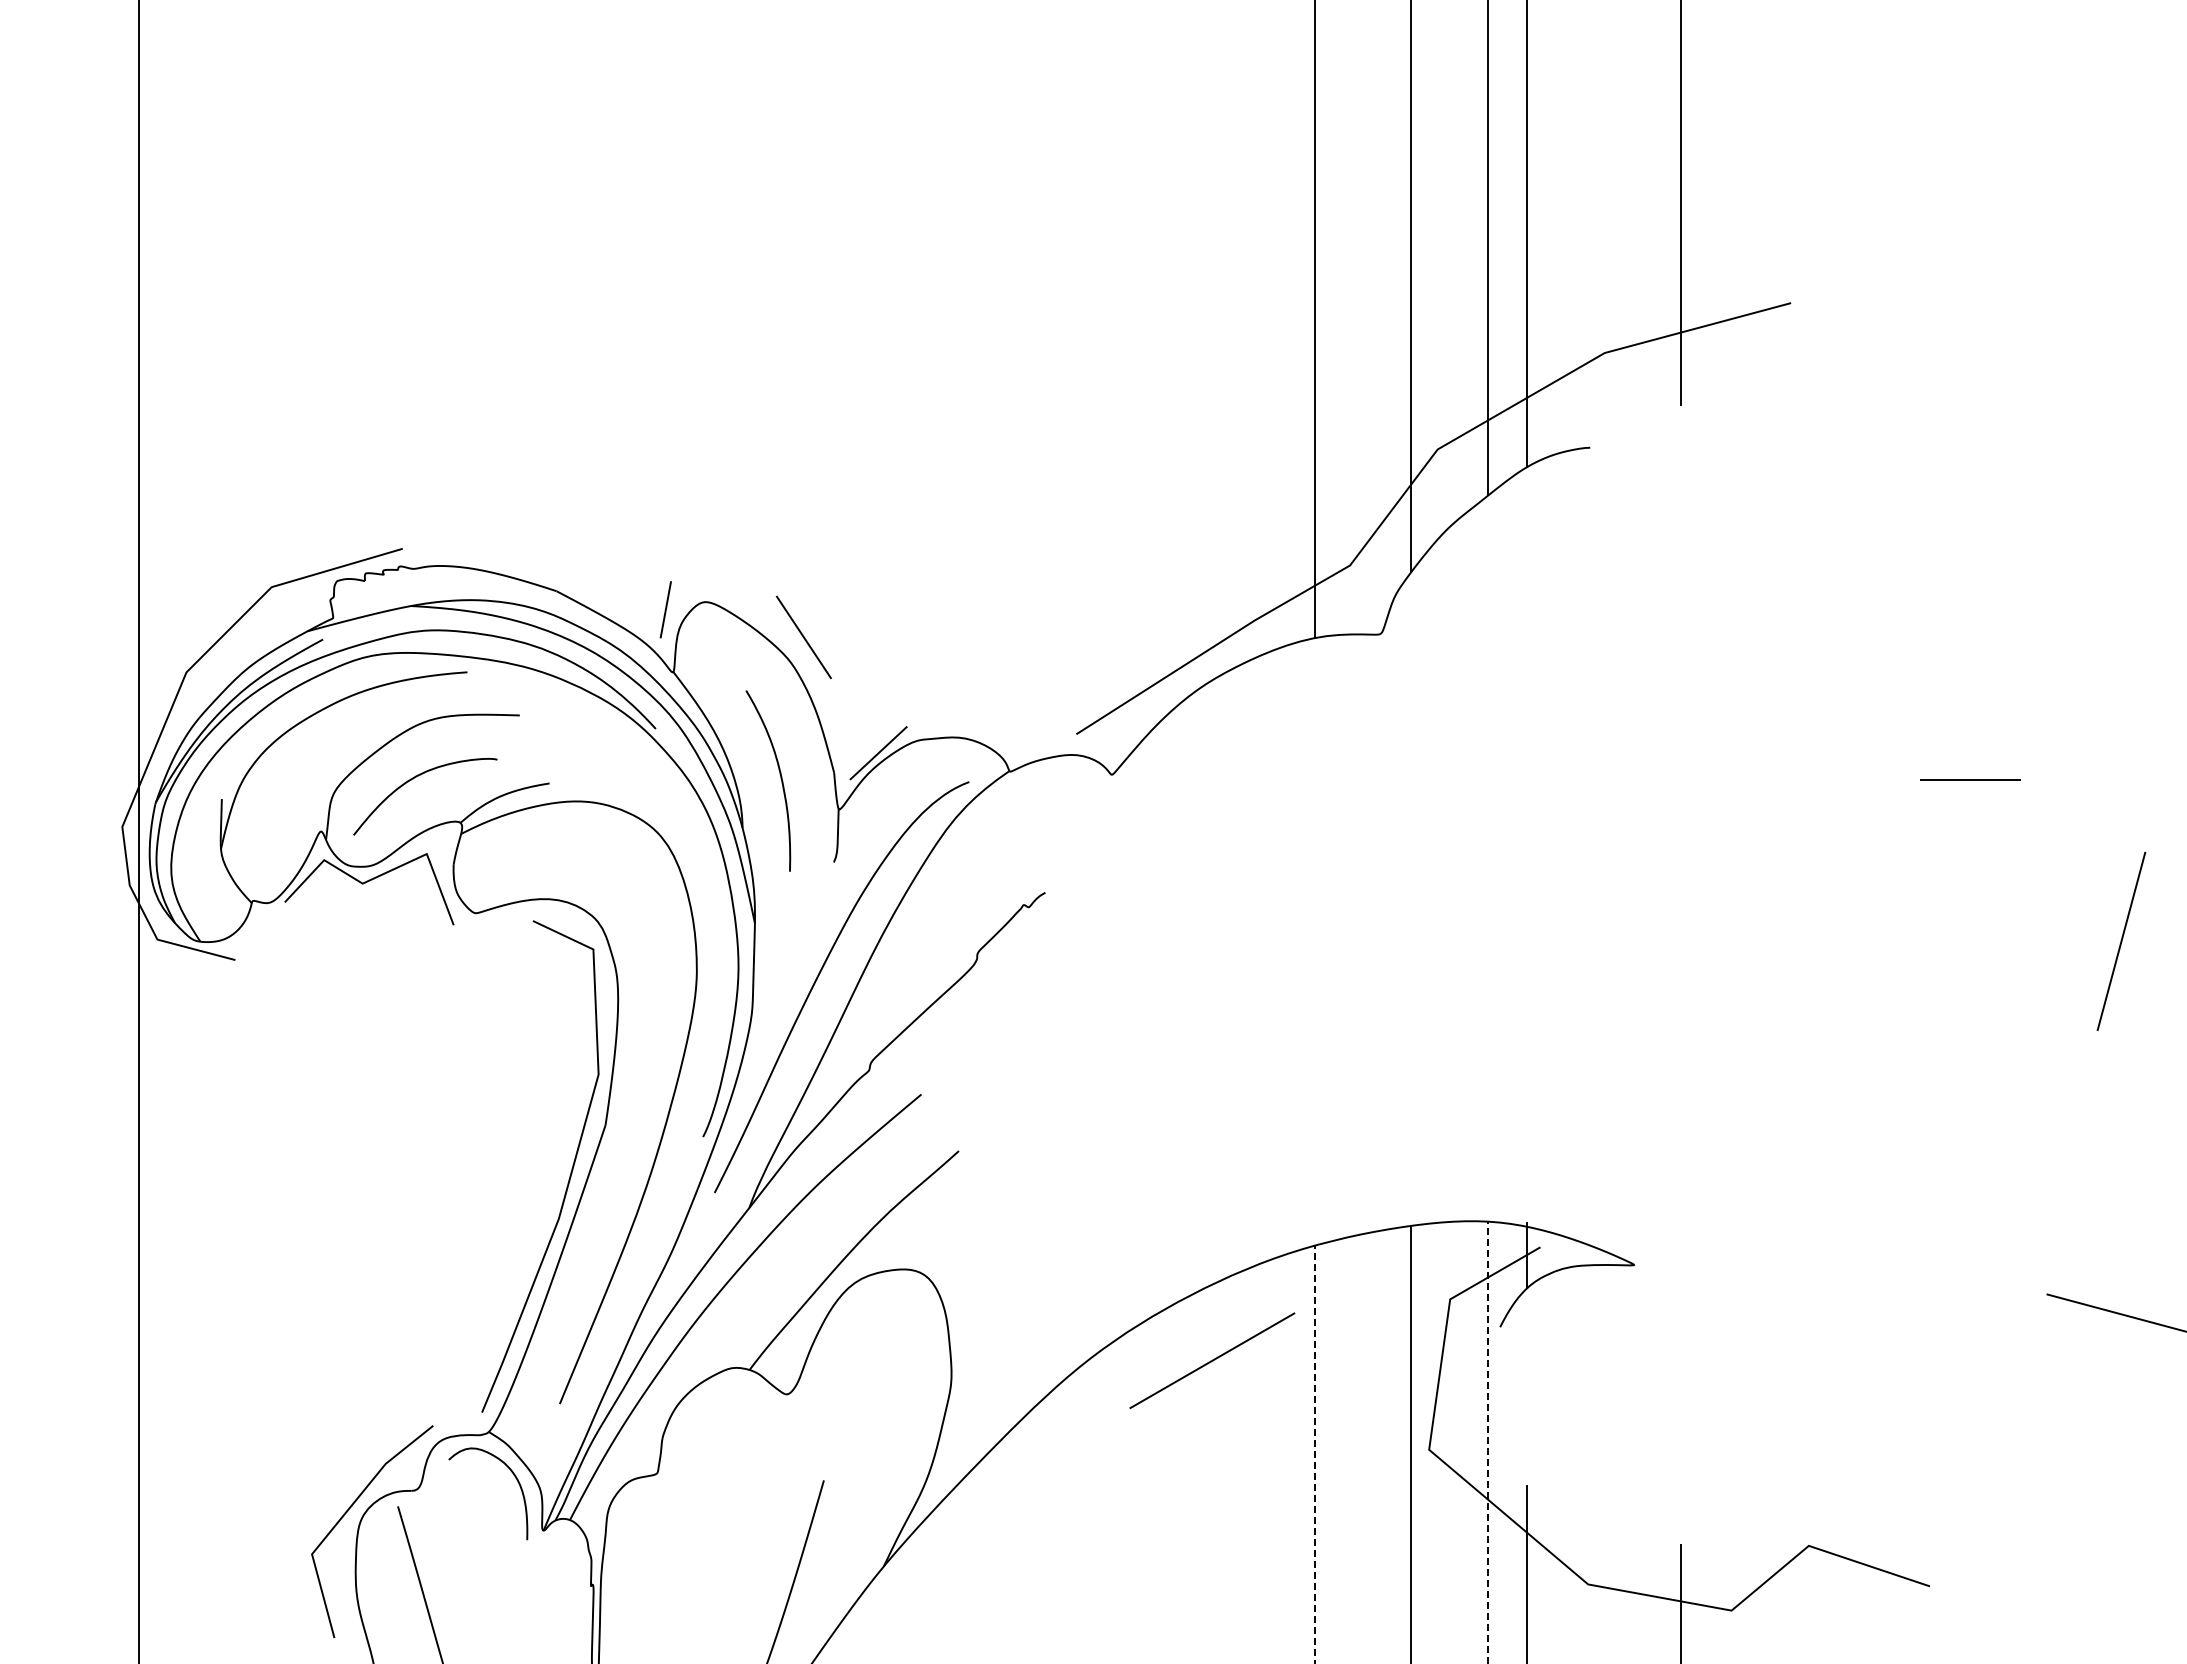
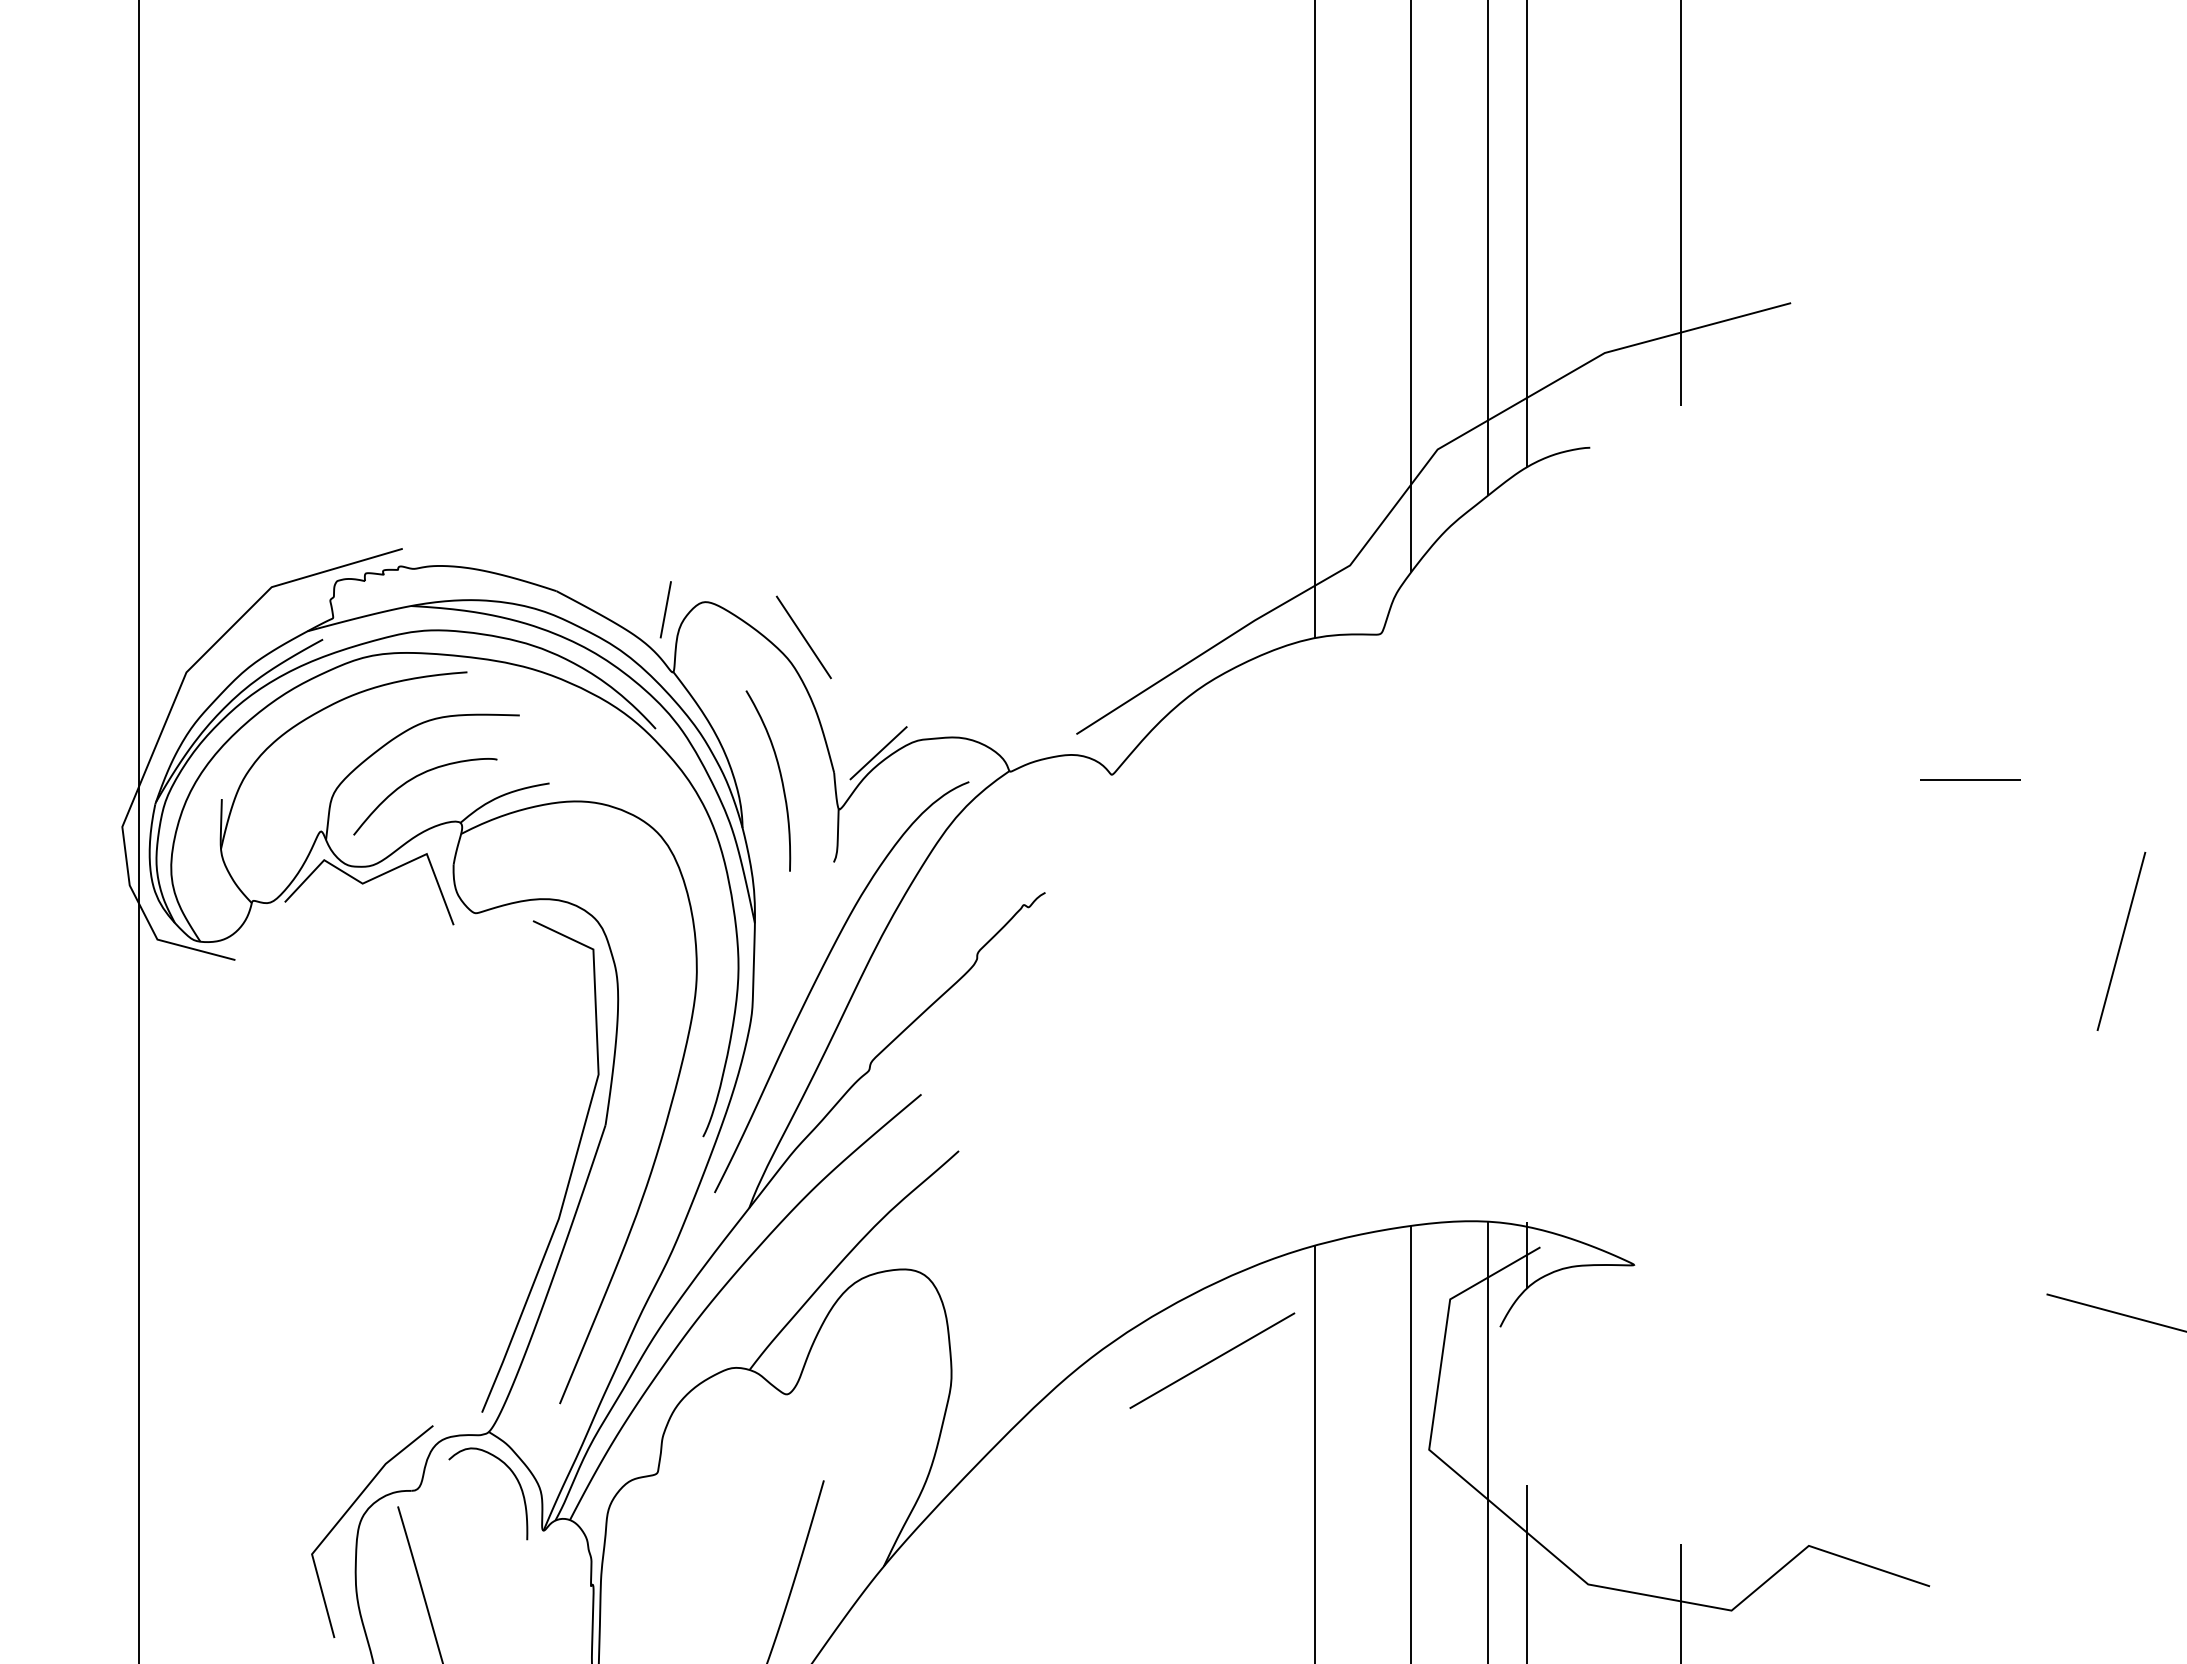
line at (1488, 1442): dashed -> solid
line at (1314, 1454): dashed -> solid
